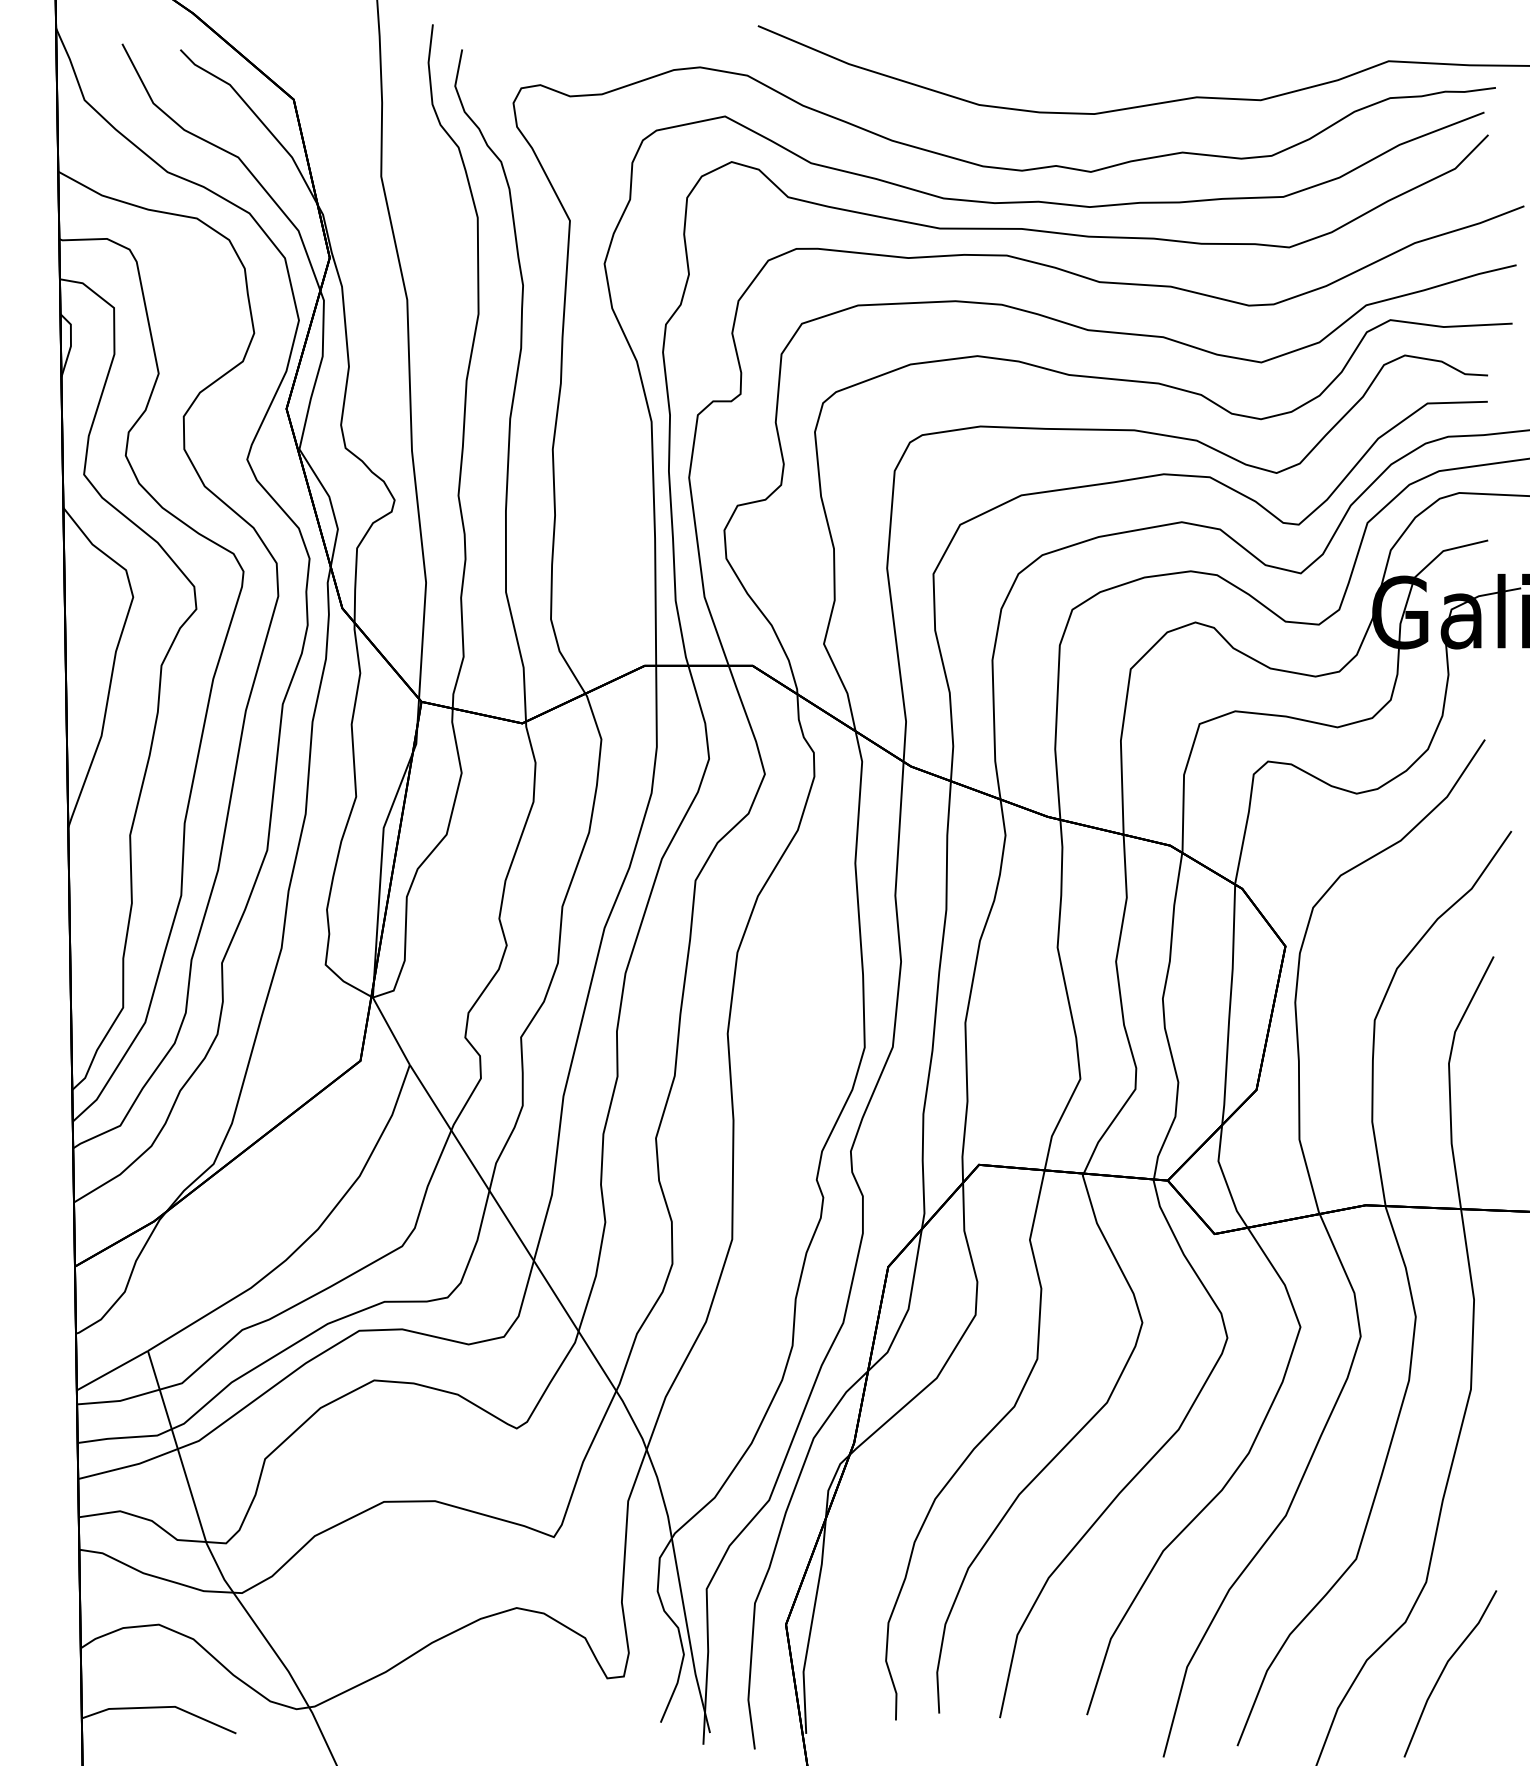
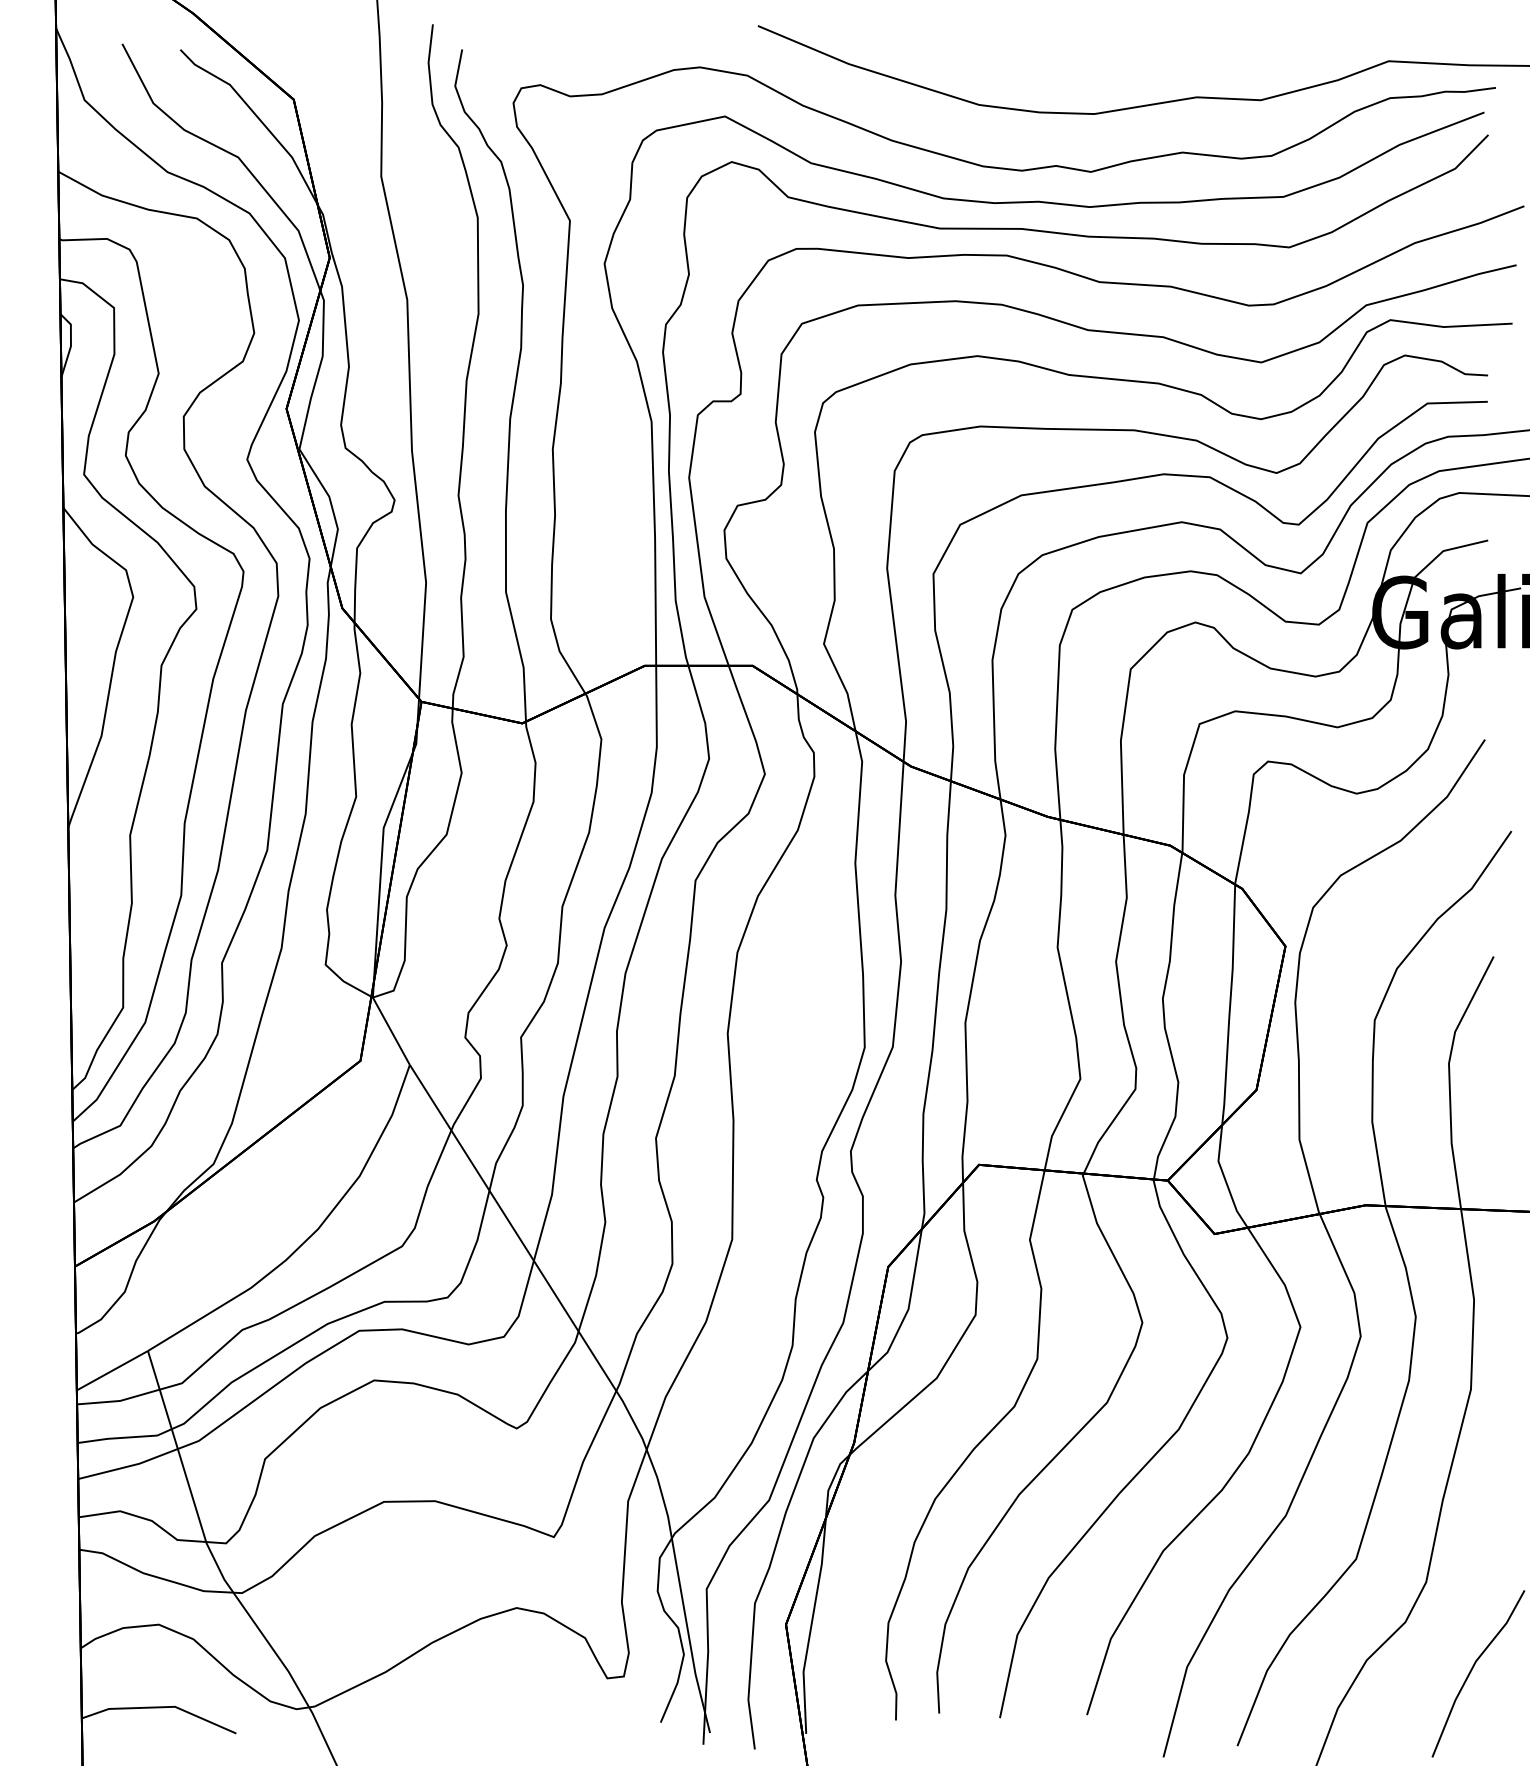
line at (1444, 1670) position: (1444, 1670) -> (1472, 1670)
